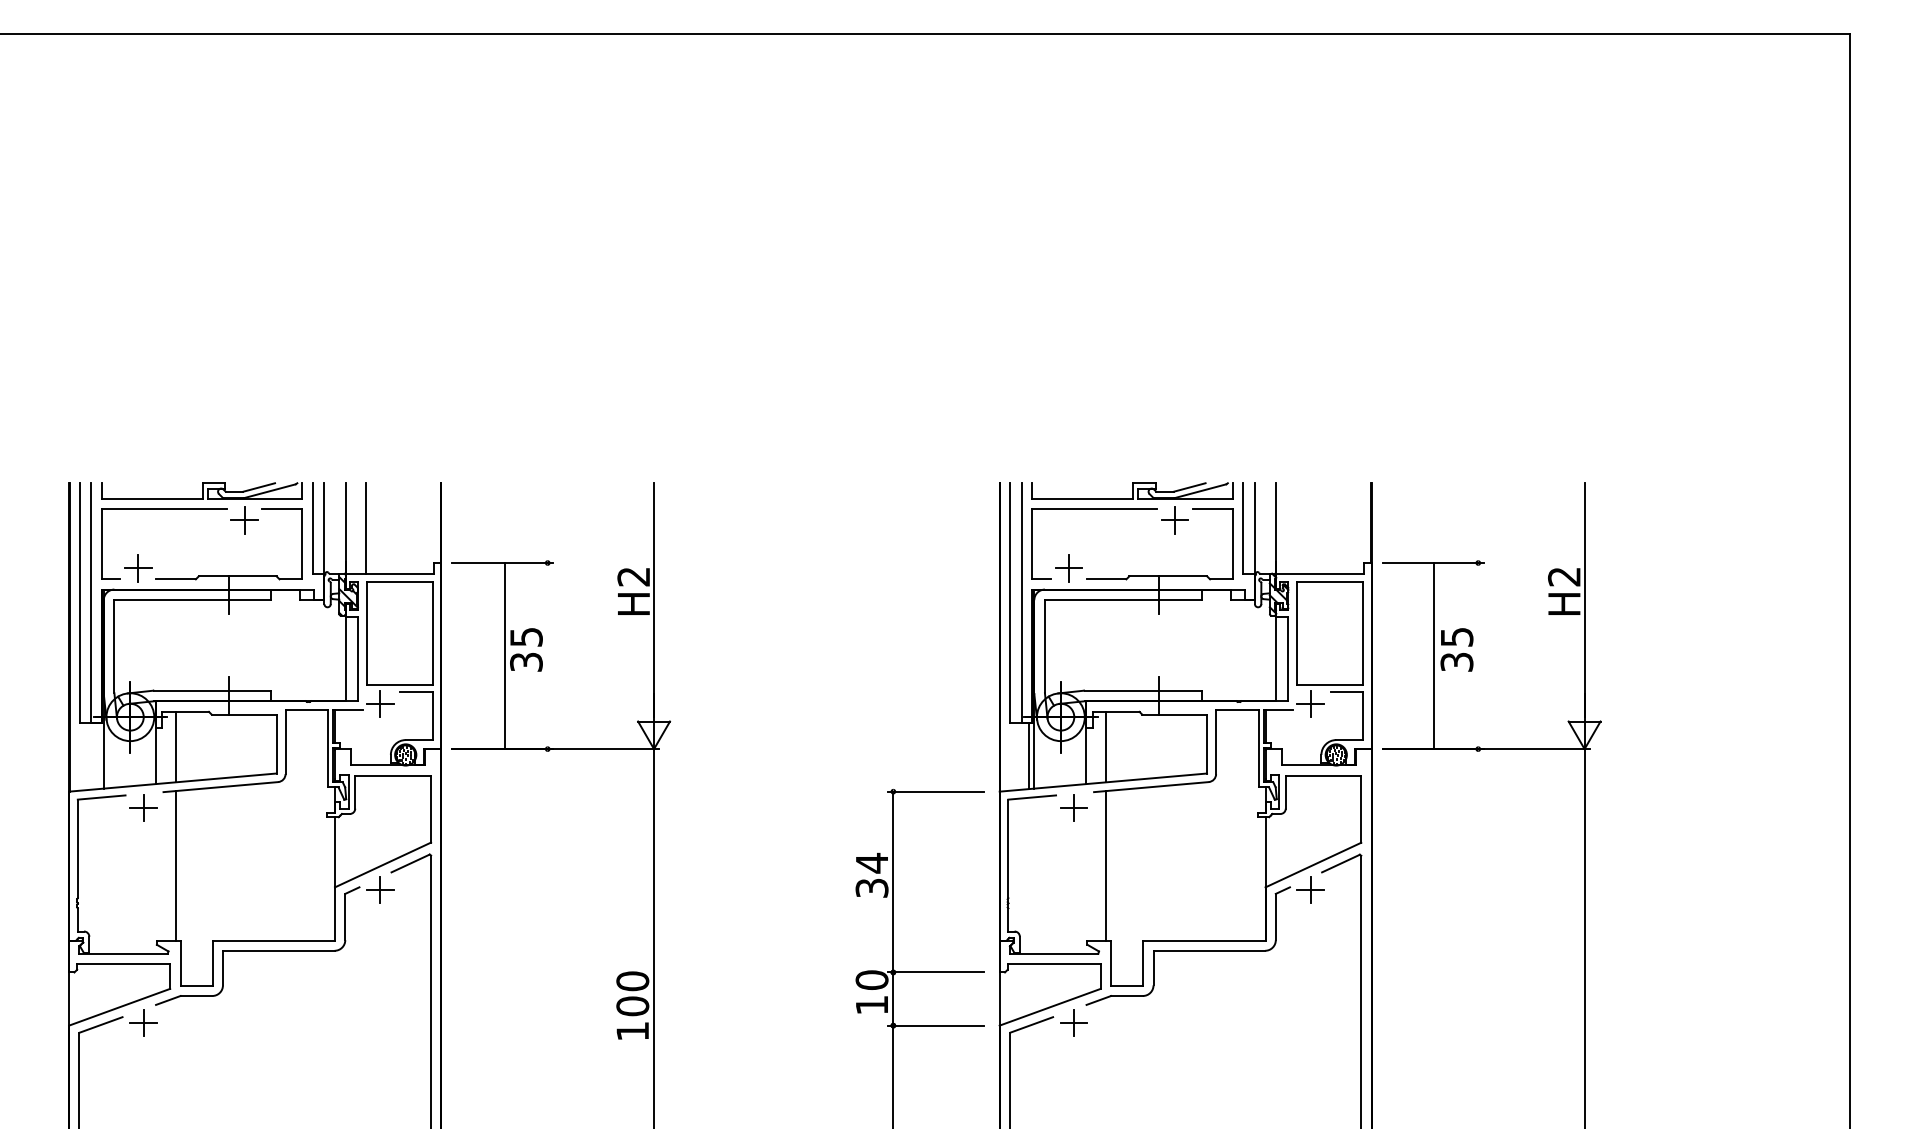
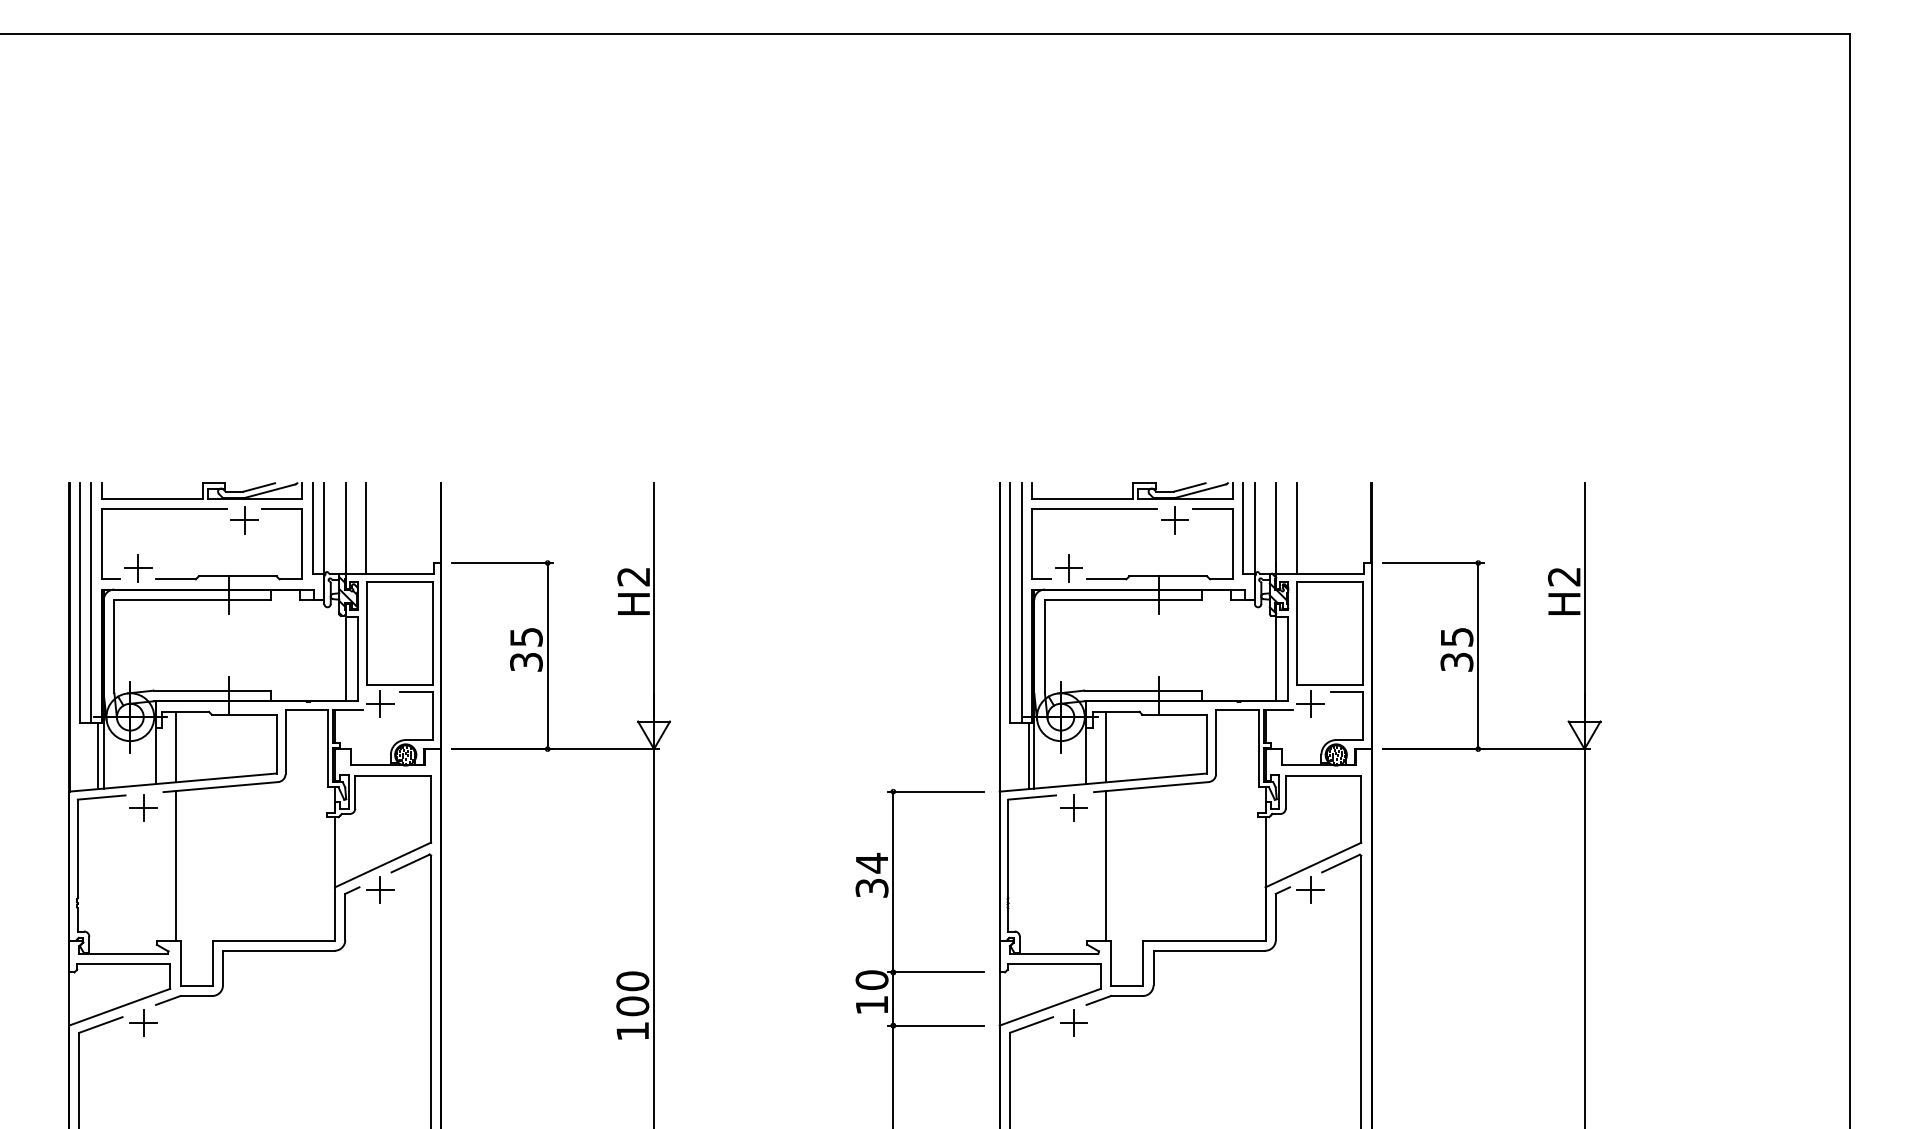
line at (1296, 528): none -> present
line at (504, 656) position: (504, 656) -> (547, 656)
line at (1434, 656) position: (1434, 656) -> (1478, 656)
line at (98, 755): none -> present
